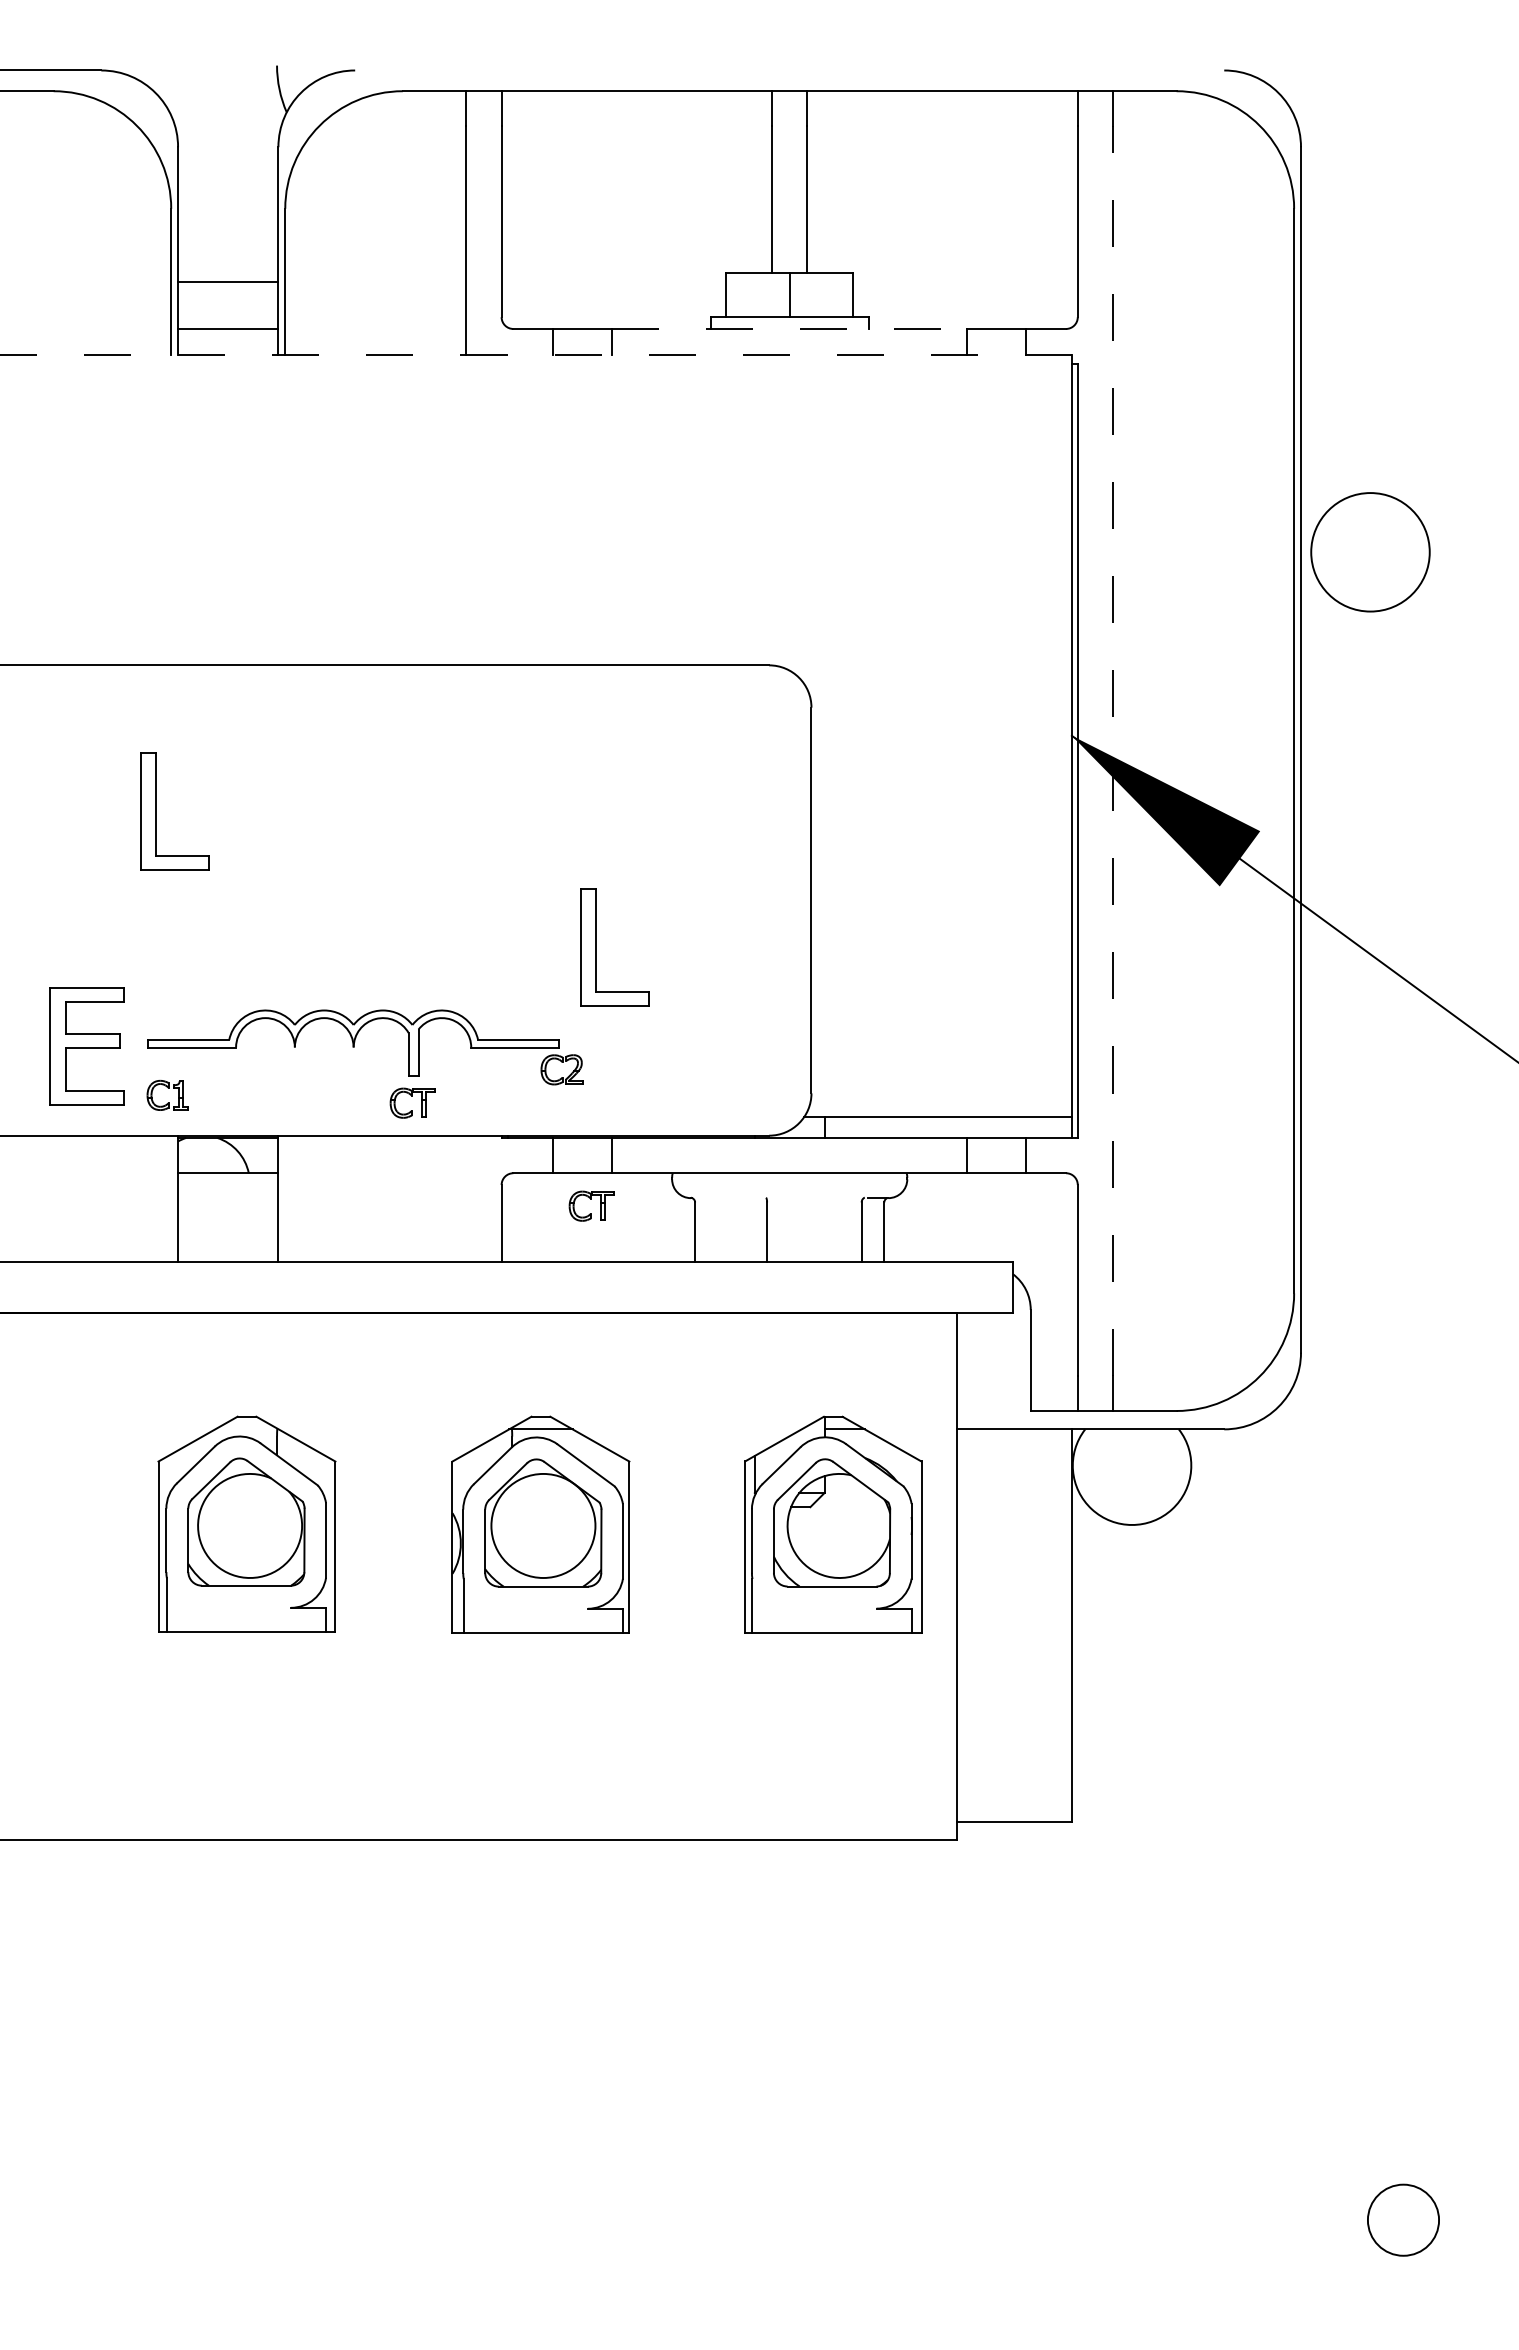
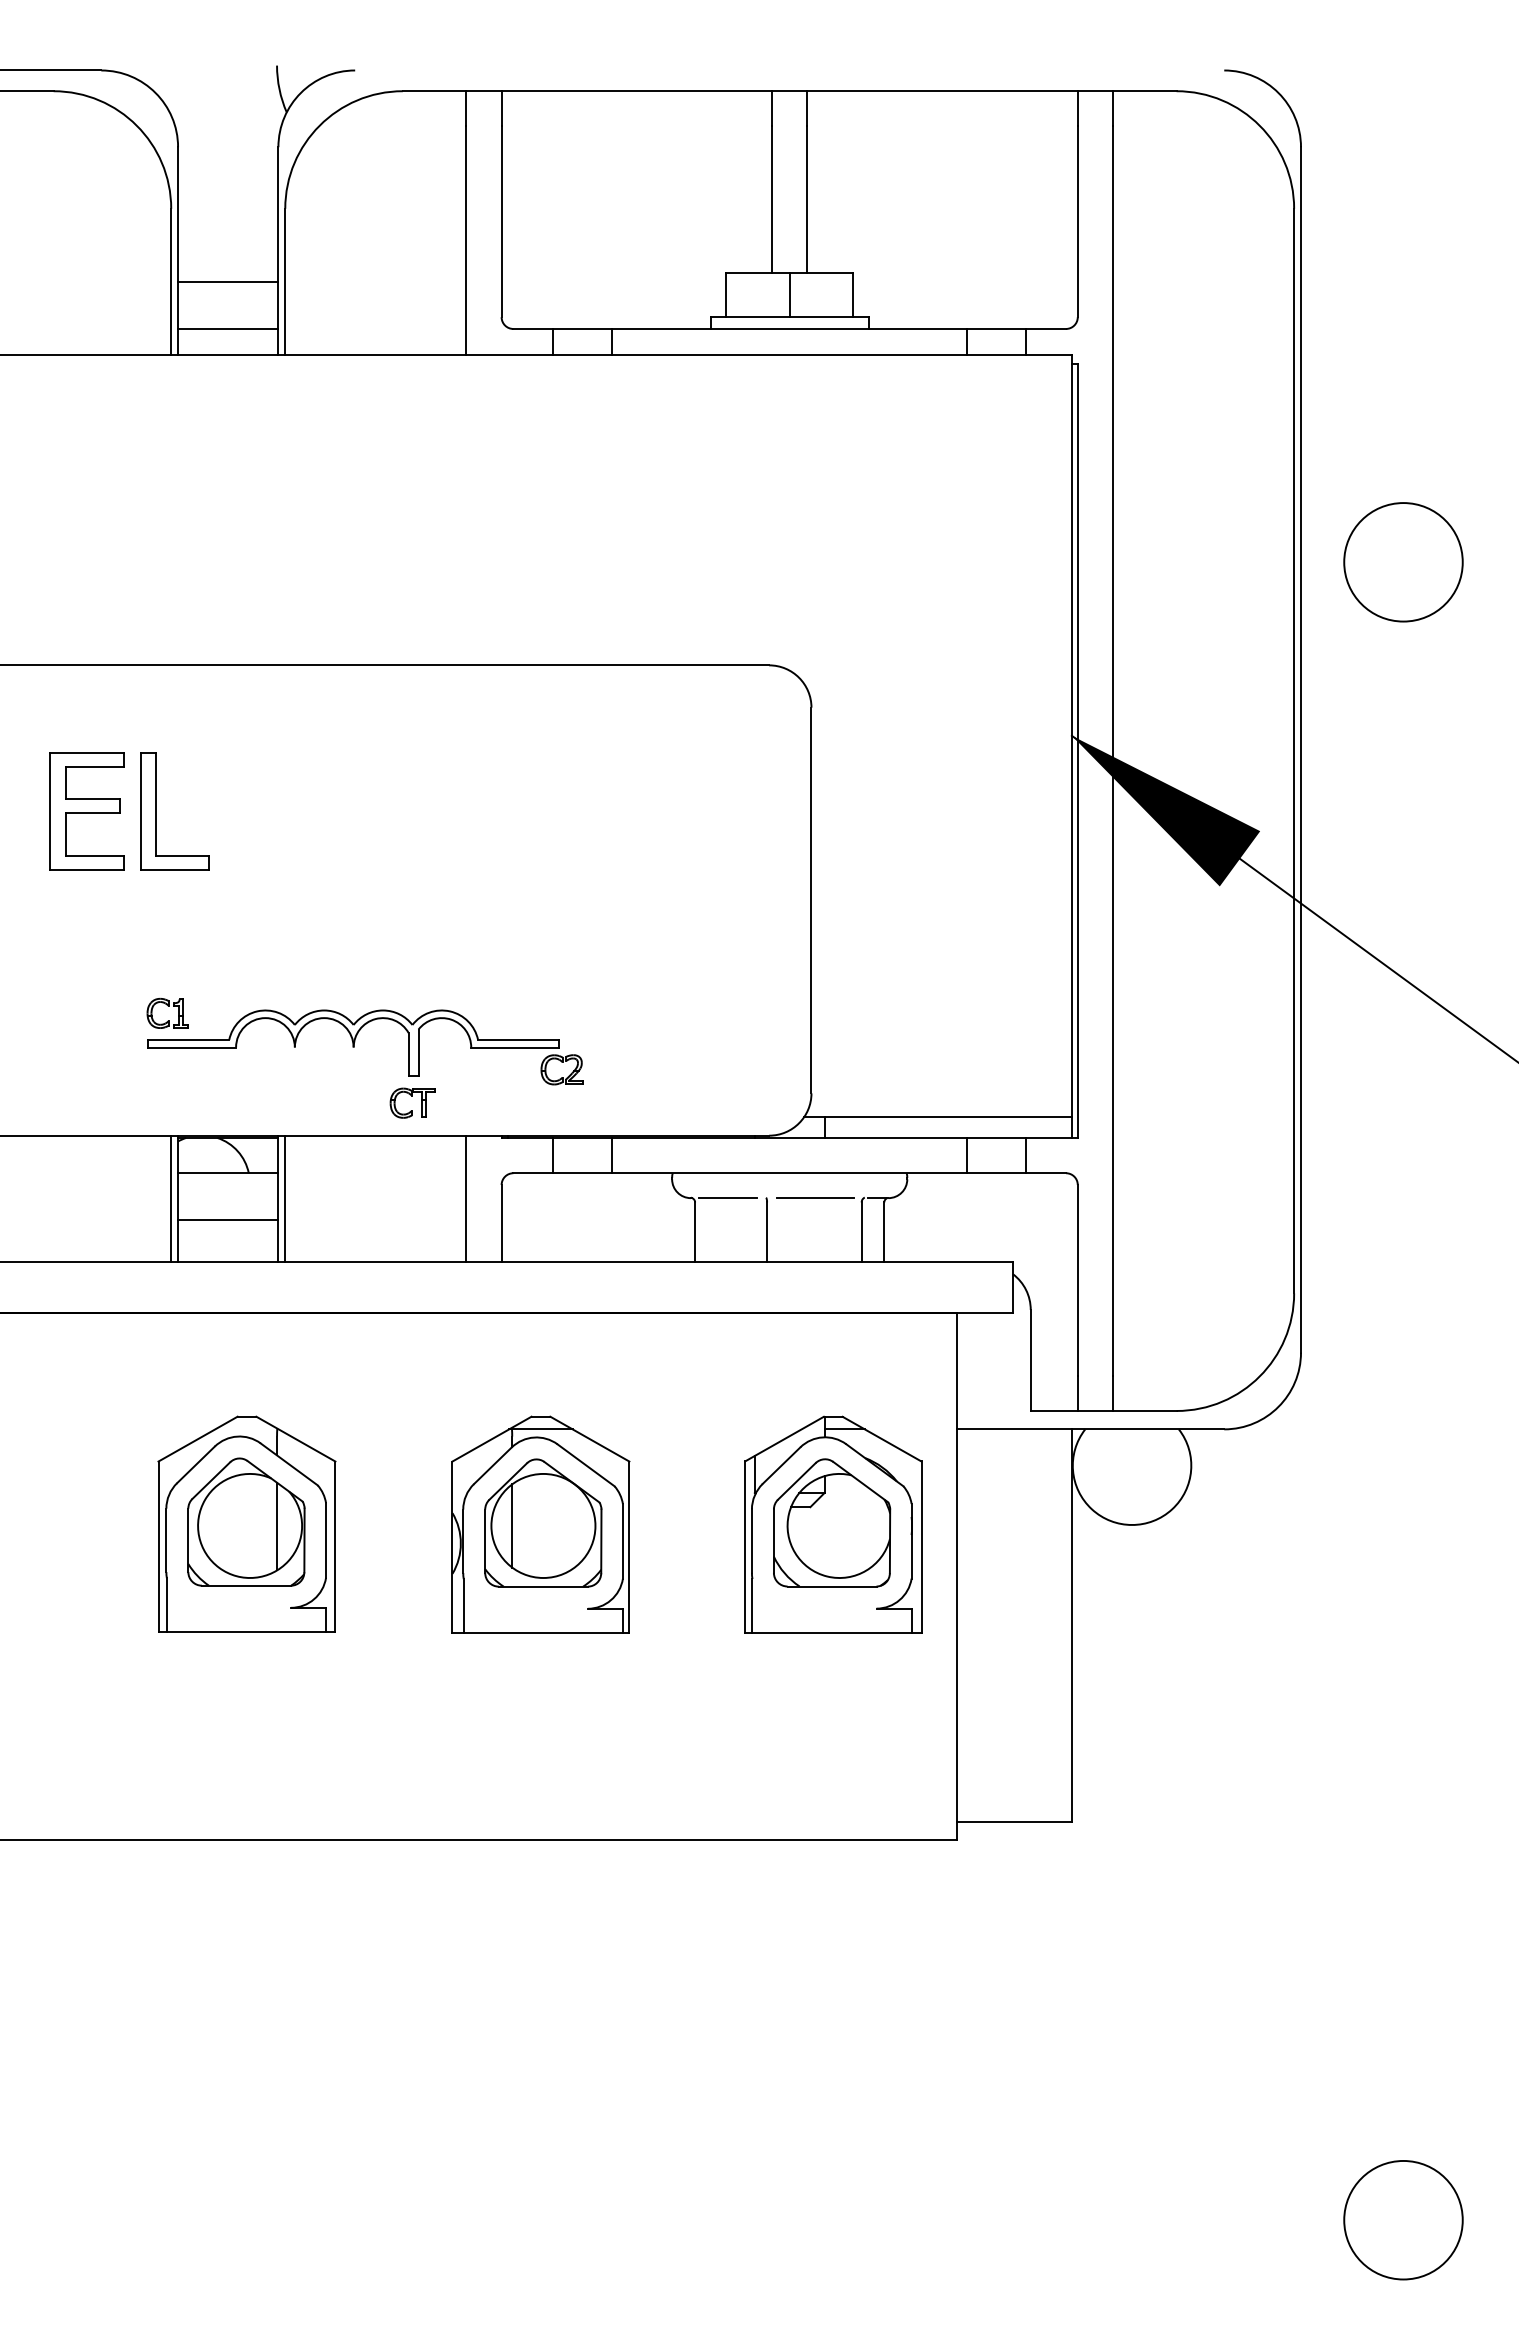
line at (789, 328): dashed -> solid
line at (535, 354): dashed -> solid
circle at (1370, 552) position: (1370, 552) -> (1403, 562)
line at (1113, 751): dashed -> solid
part at (596, 947): present -> none
part at (86, 1046) position: (86, 1046) -> (86, 811)
part at (167, 1102) position: (167, 1102) -> (167, 1020)
line at (171, 1198): none -> present
line at (285, 1198): none -> present
line at (466, 1198): none -> present
line at (727, 1198): none -> present
line at (815, 1198): none -> present
part at (591, 1205): present -> none
line at (228, 1220): none -> present
line at (512, 1525): none -> present
line at (277, 1526): none -> present
circle at (1403, 2219) diameter: 71 px -> 119 px
